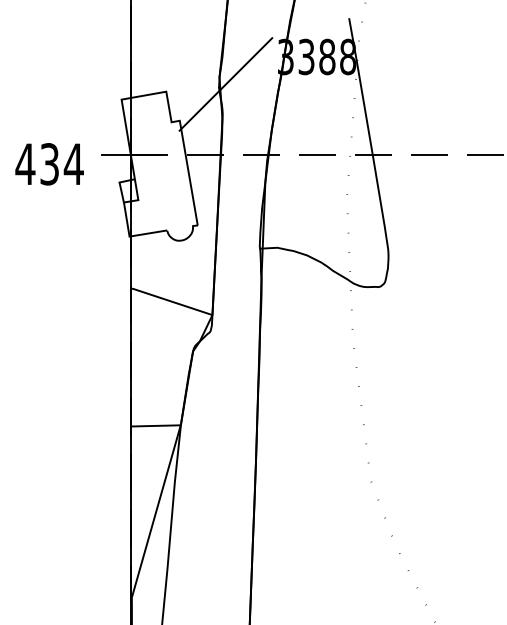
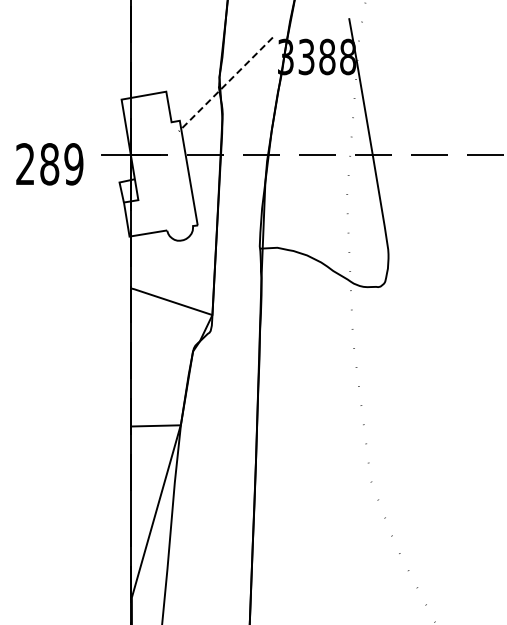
line at (225, 84): solid -> dashed
text at (49, 164): 434 -> 289
